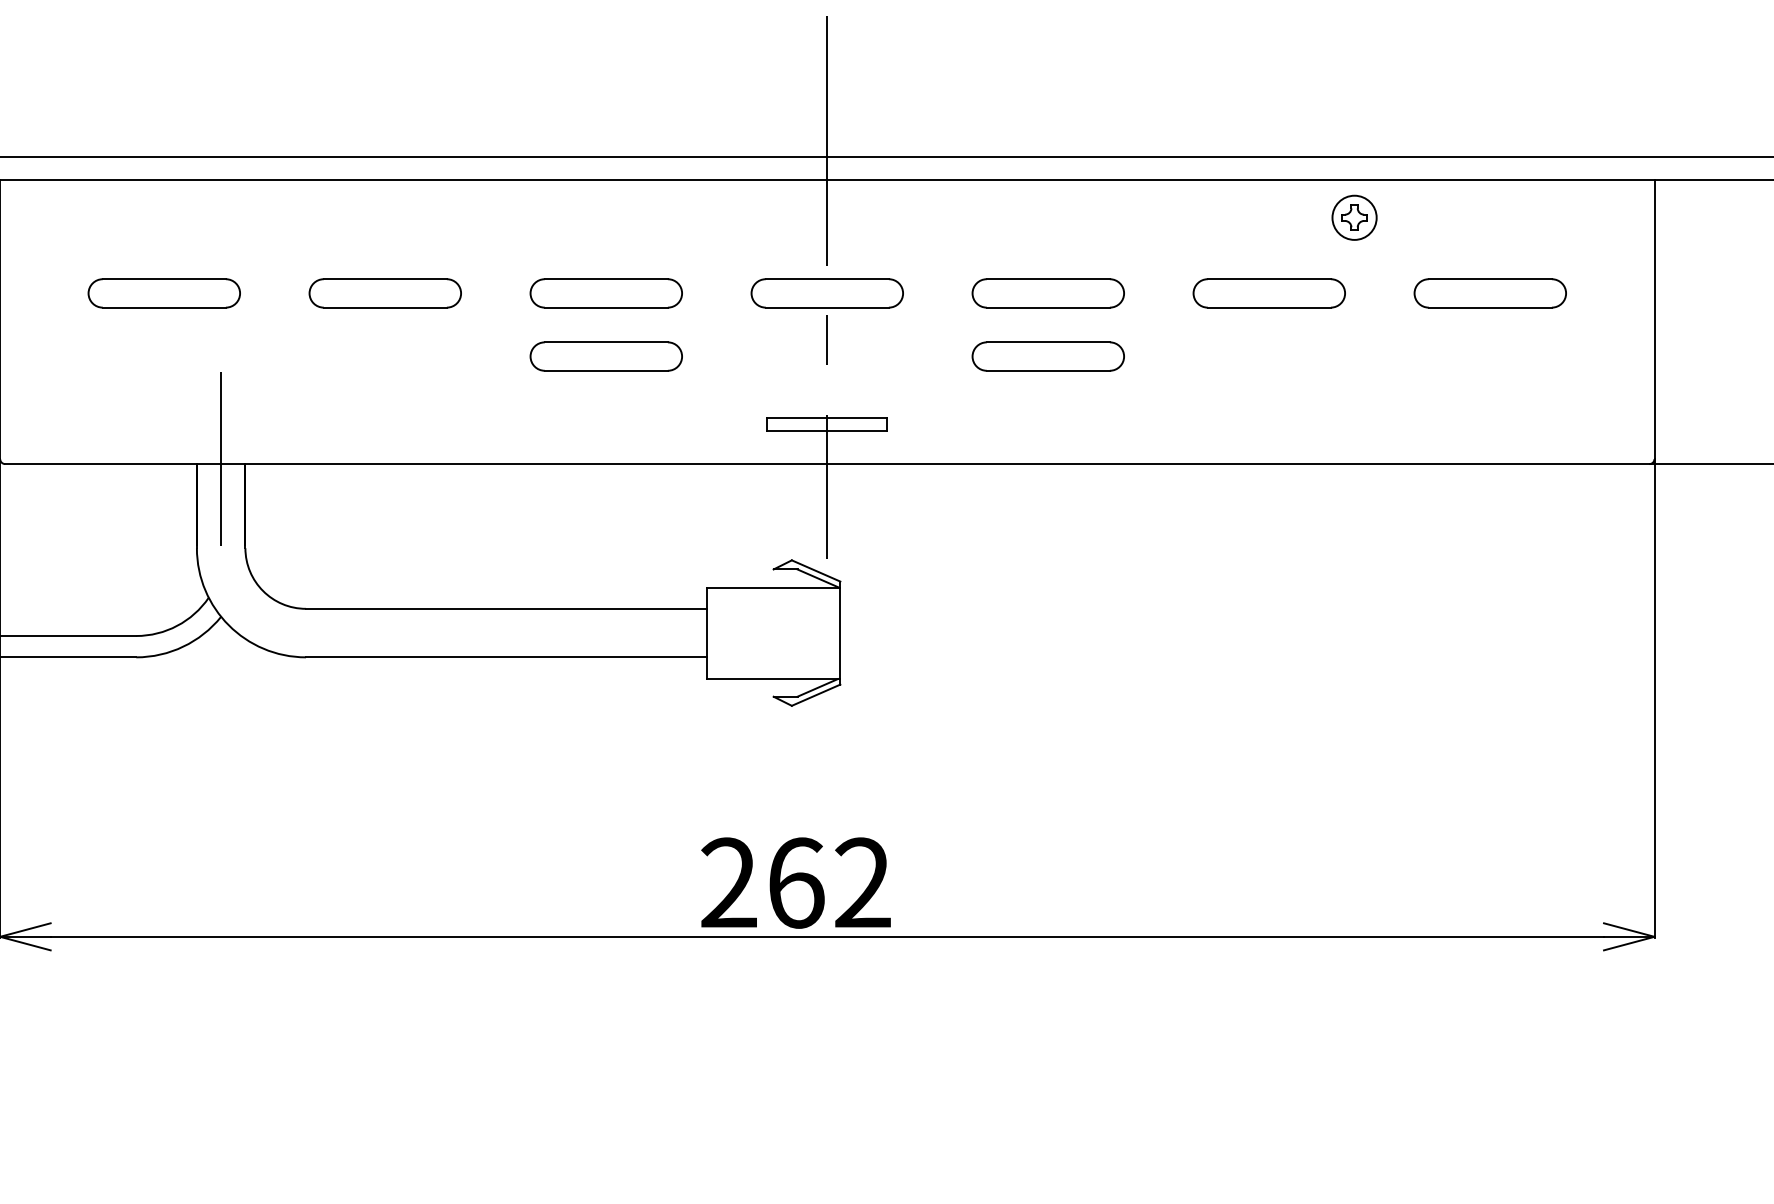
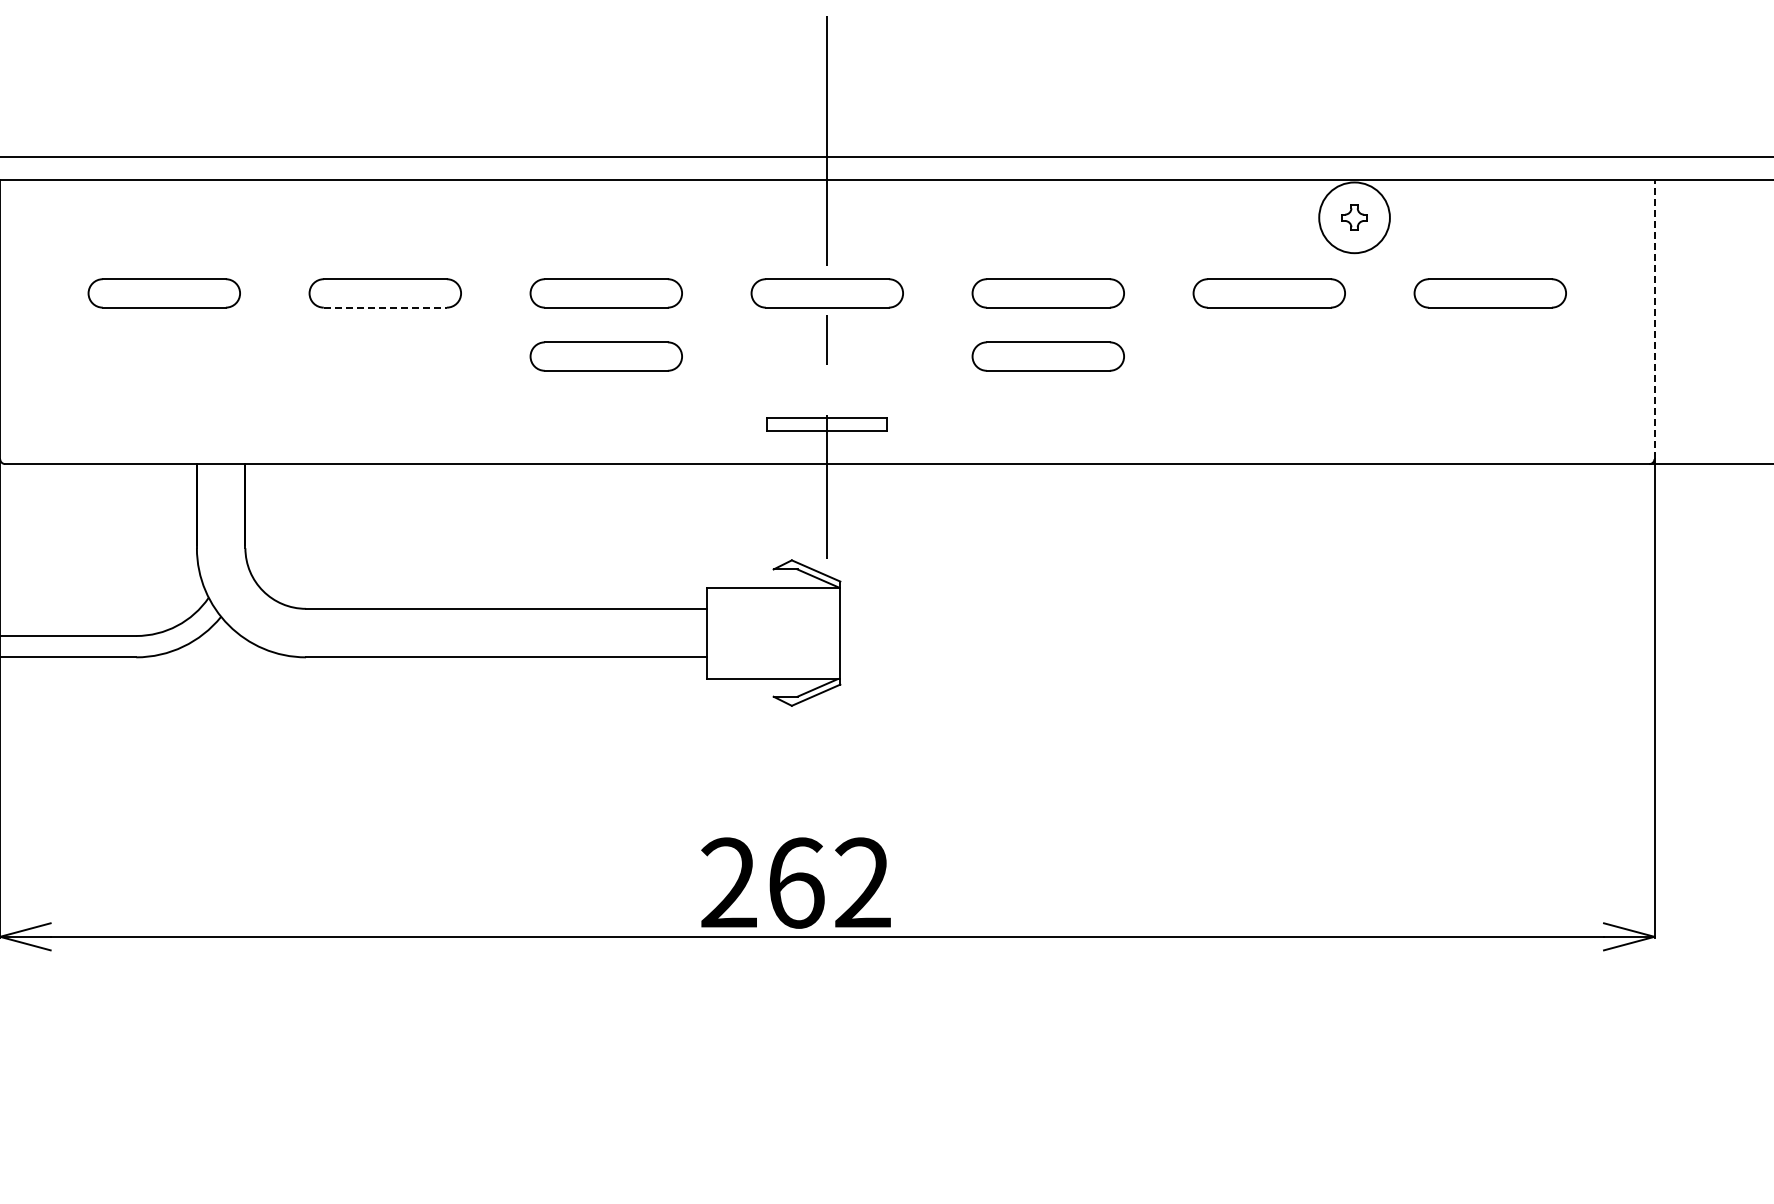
circle at (1354, 217) diameter: 44 px -> 71 px
line at (385, 307): solid -> dashed
line at (1654, 319): solid -> dashed
line at (221, 458): present -> none
